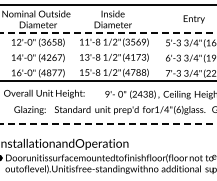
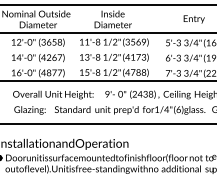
line at (108, 33): dashed -> solid
text at (44, 93) position: (44, 93) -> (53, 94)
line at (108, 123): dashed -> solid
